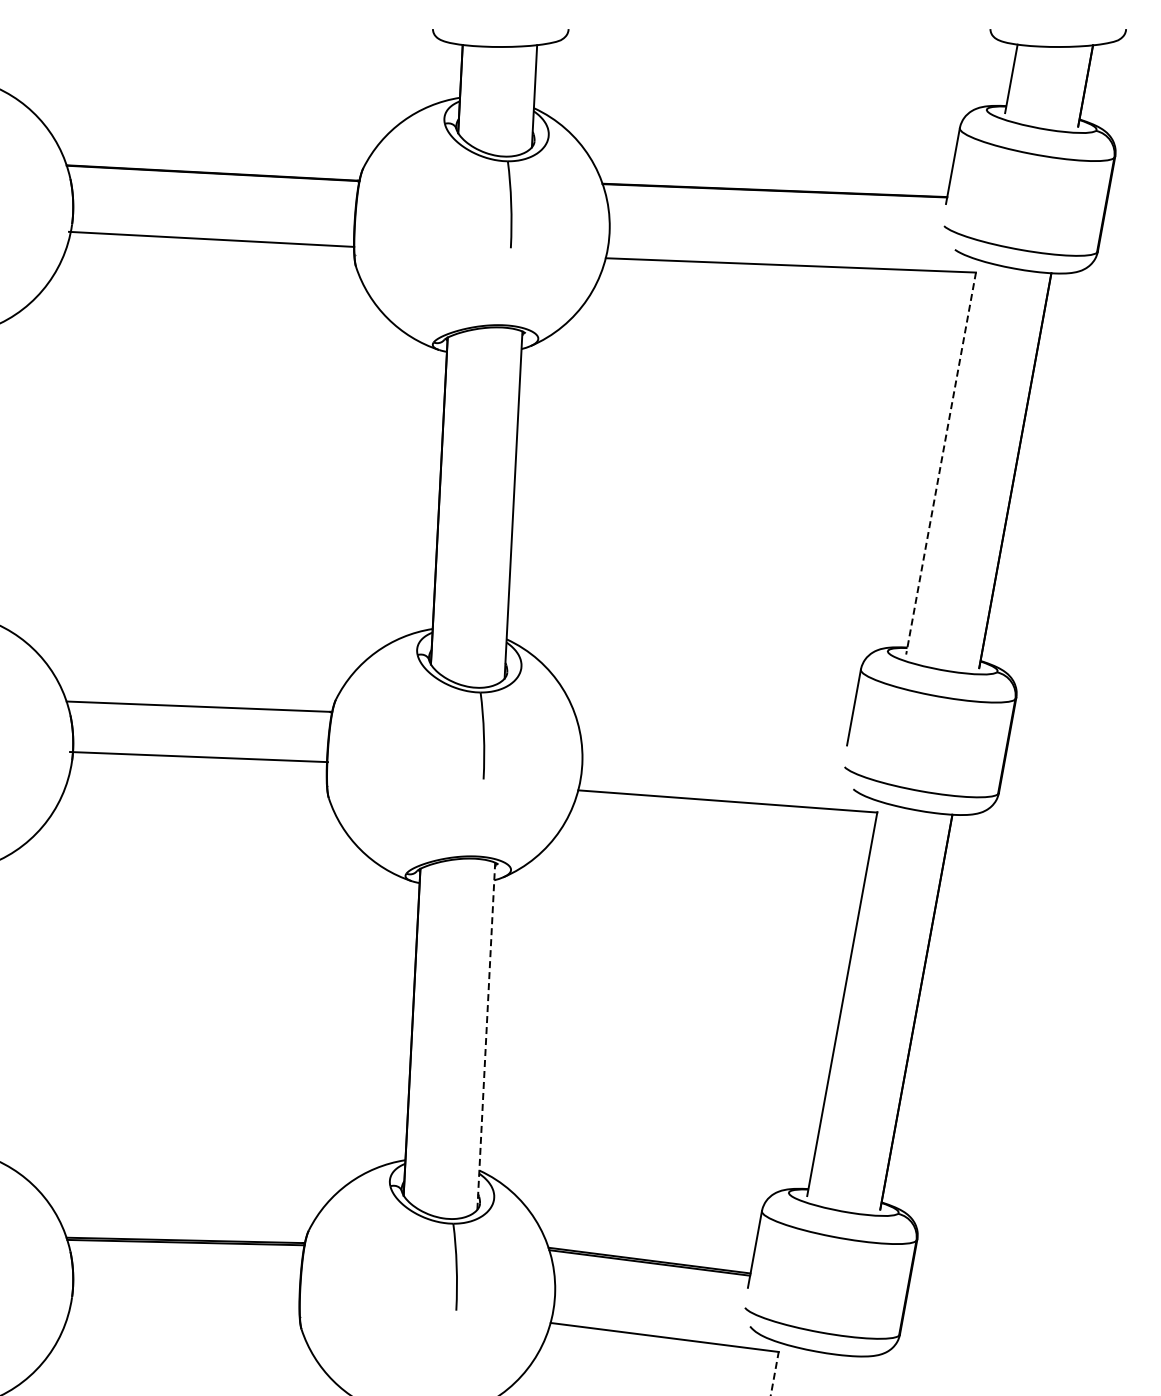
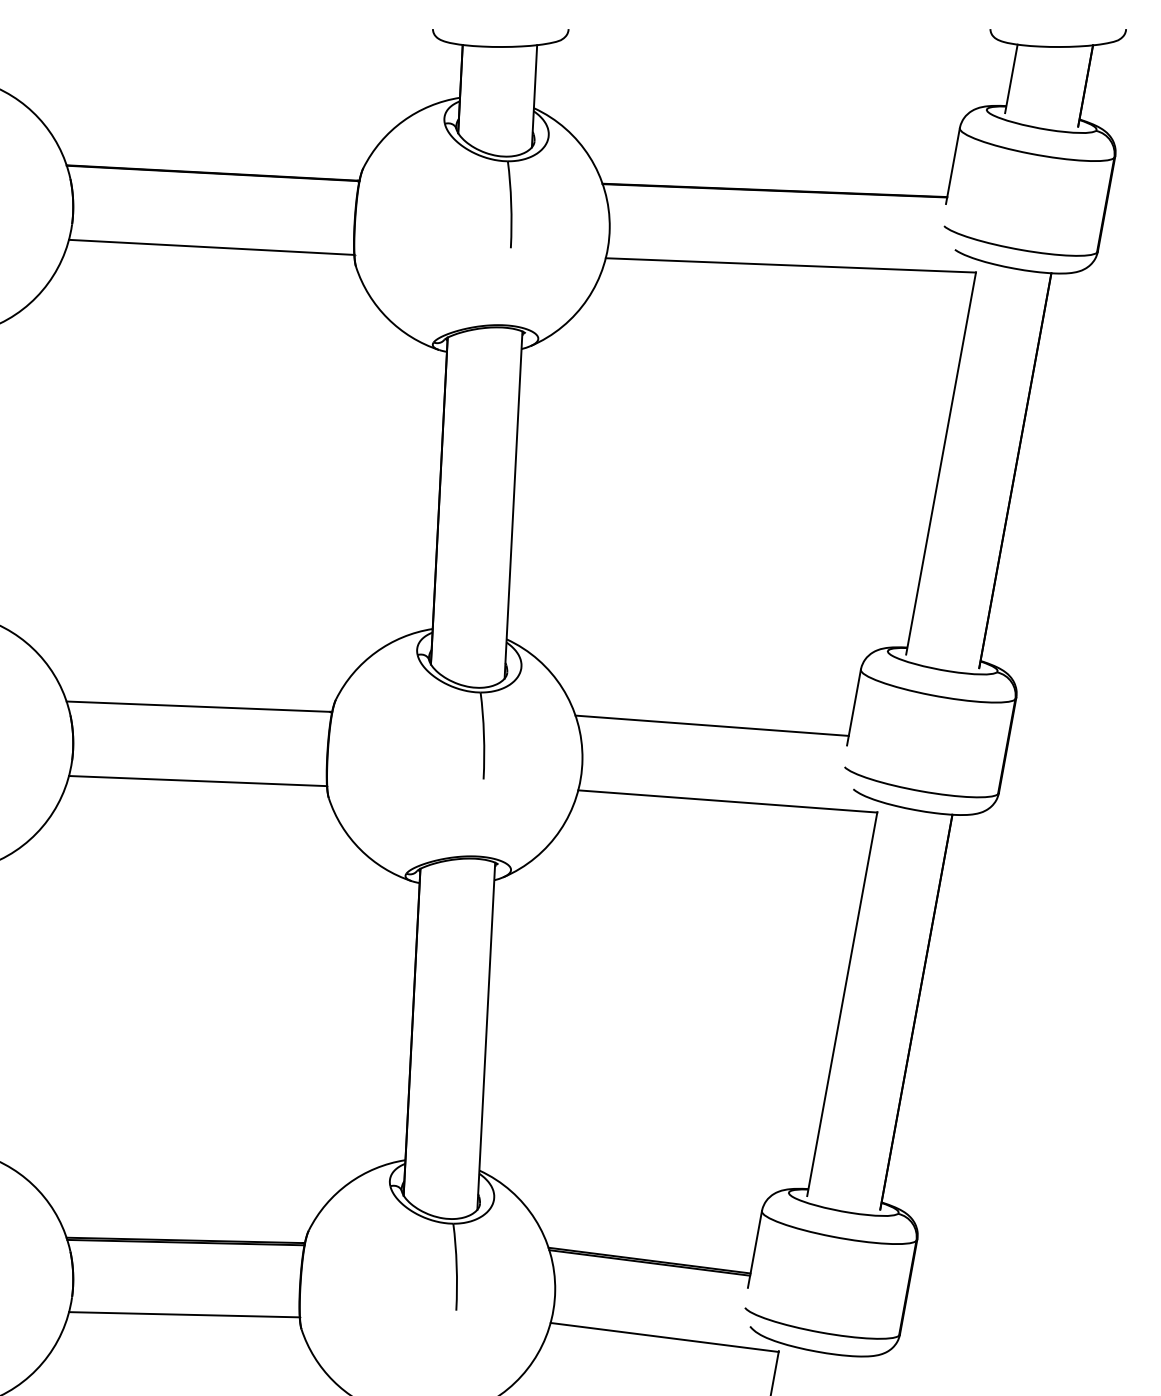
line at (211, 238) position: (211, 238) -> (211, 246)
line at (941, 463): dashed -> solid
line at (711, 725): none -> present
line at (198, 757) position: (198, 757) -> (197, 781)
line at (486, 1036): dashed -> solid
line at (184, 1314): none -> present
line at (774, 1373): dashed -> solid
